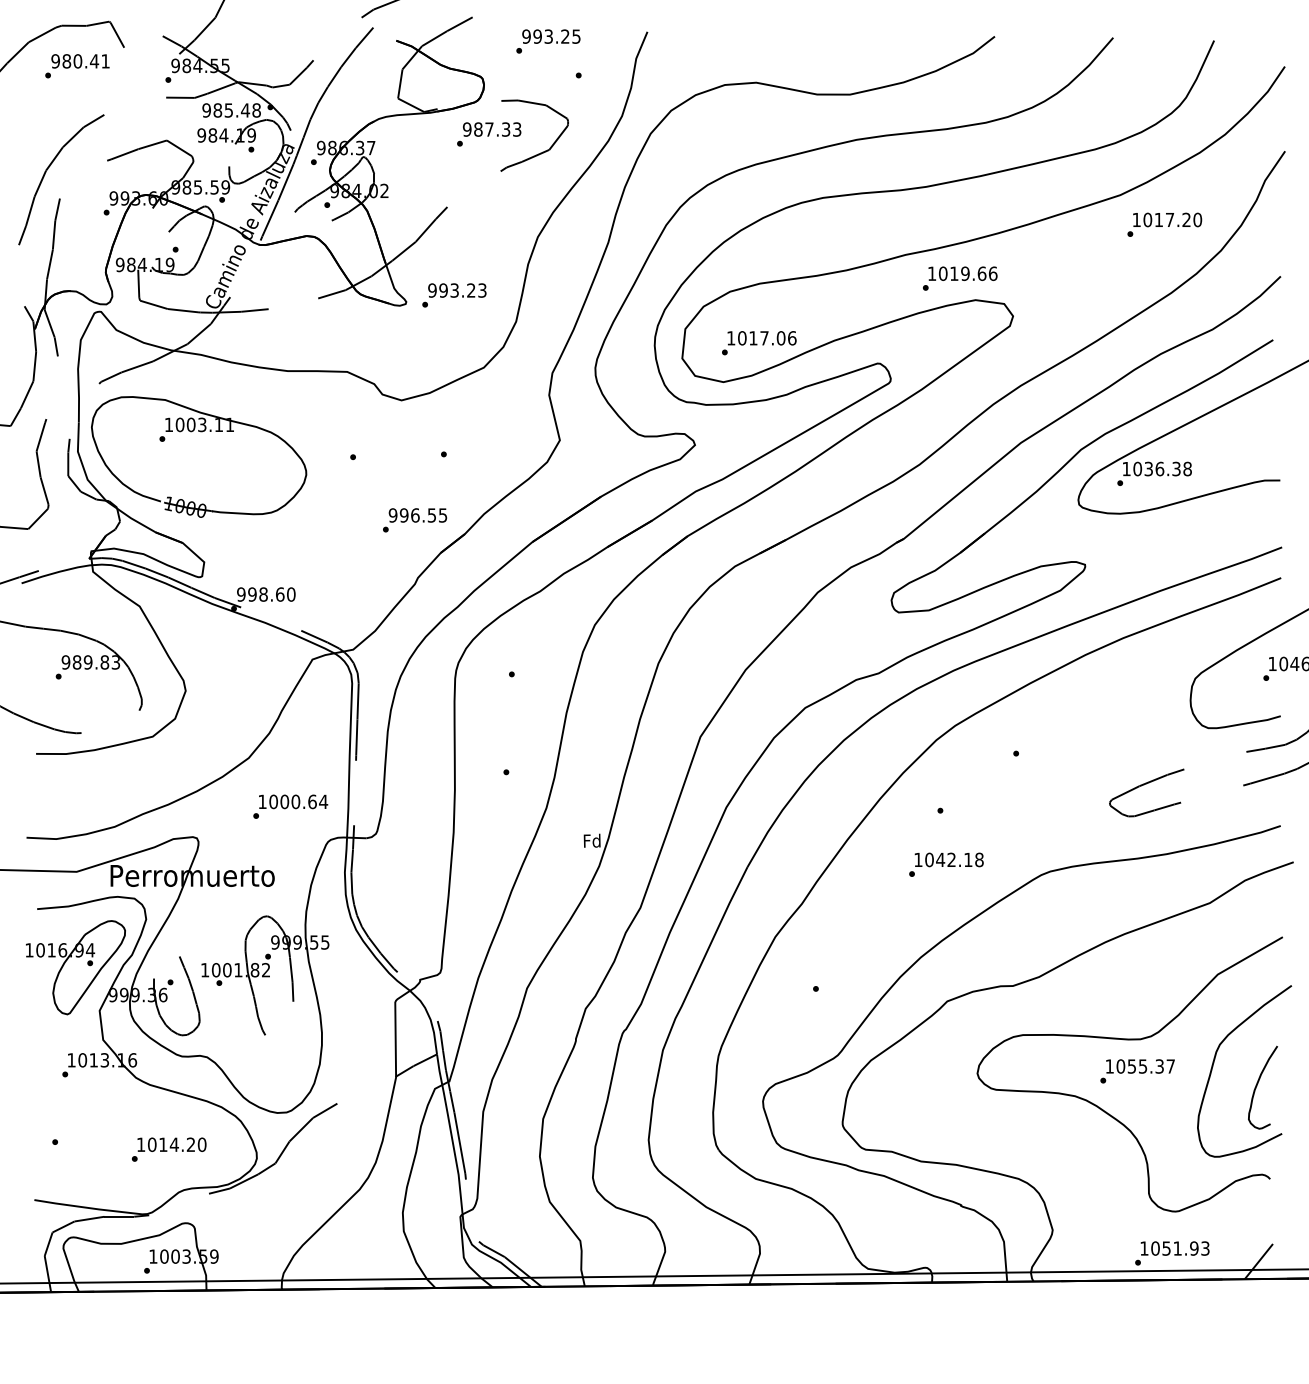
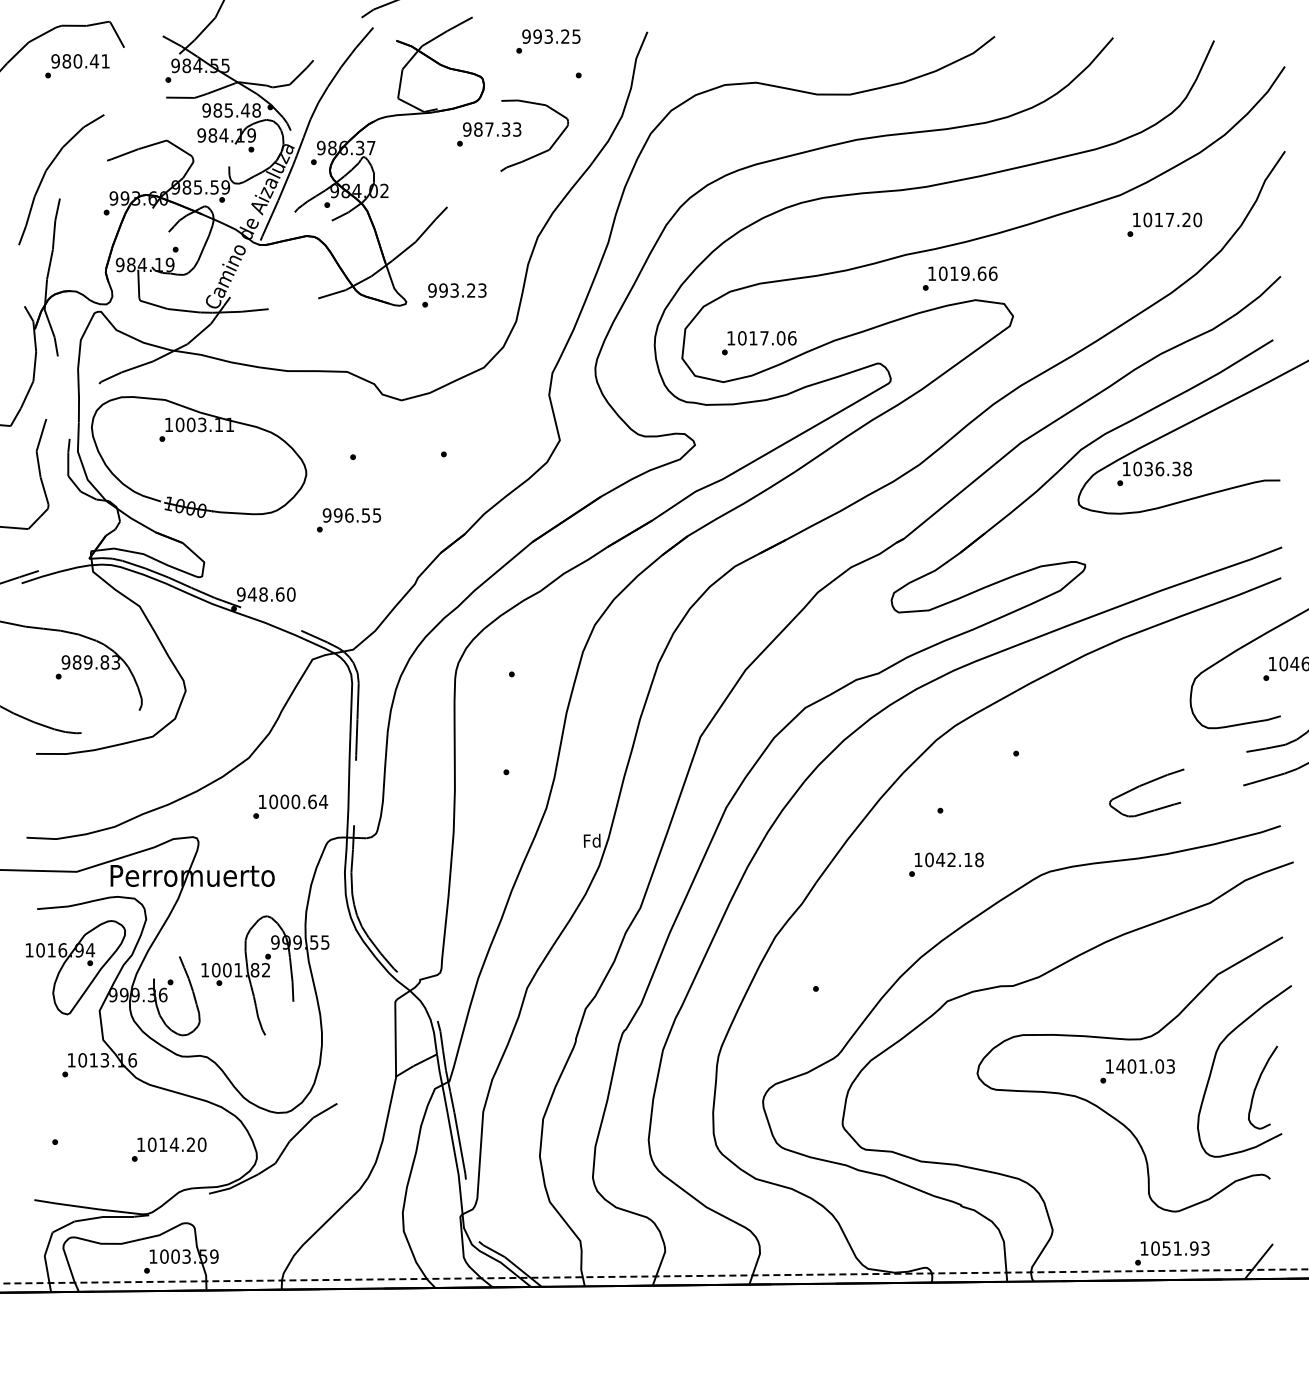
text at (415, 520) position: (415, 520) -> (349, 520)
text at (251, 594): 998.60 -> 948.60
text at (1145, 1066): 1055.37 -> 1401.03
line at (654, 1276): solid -> dashed
